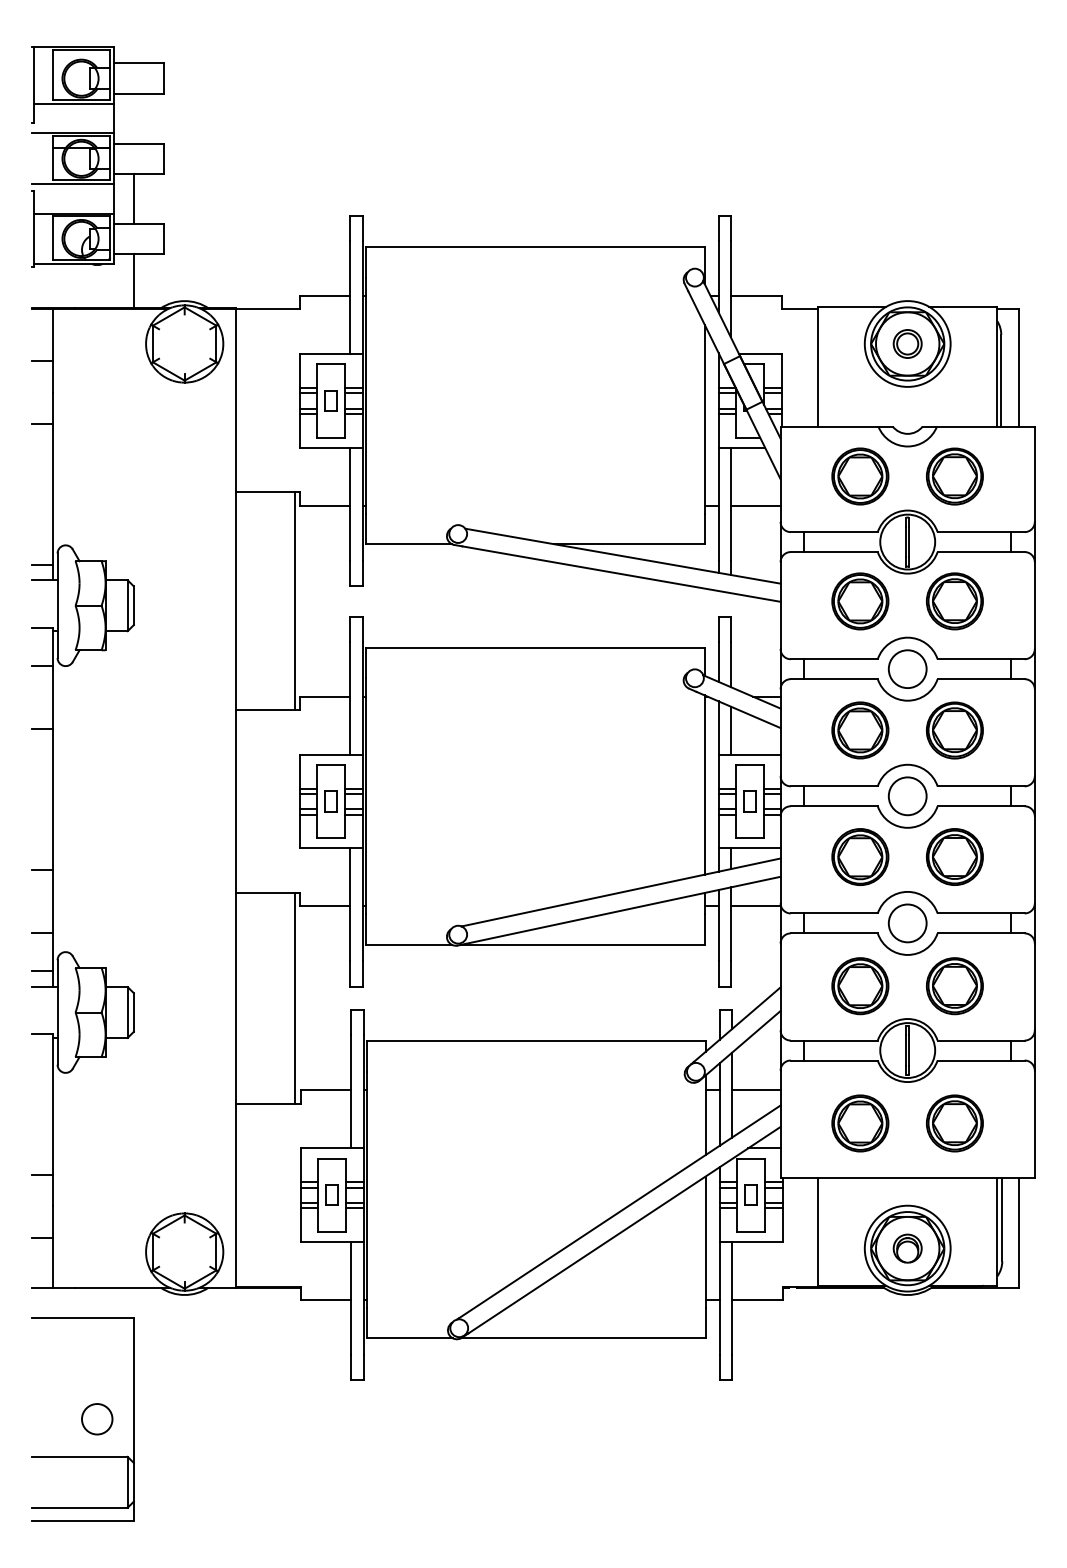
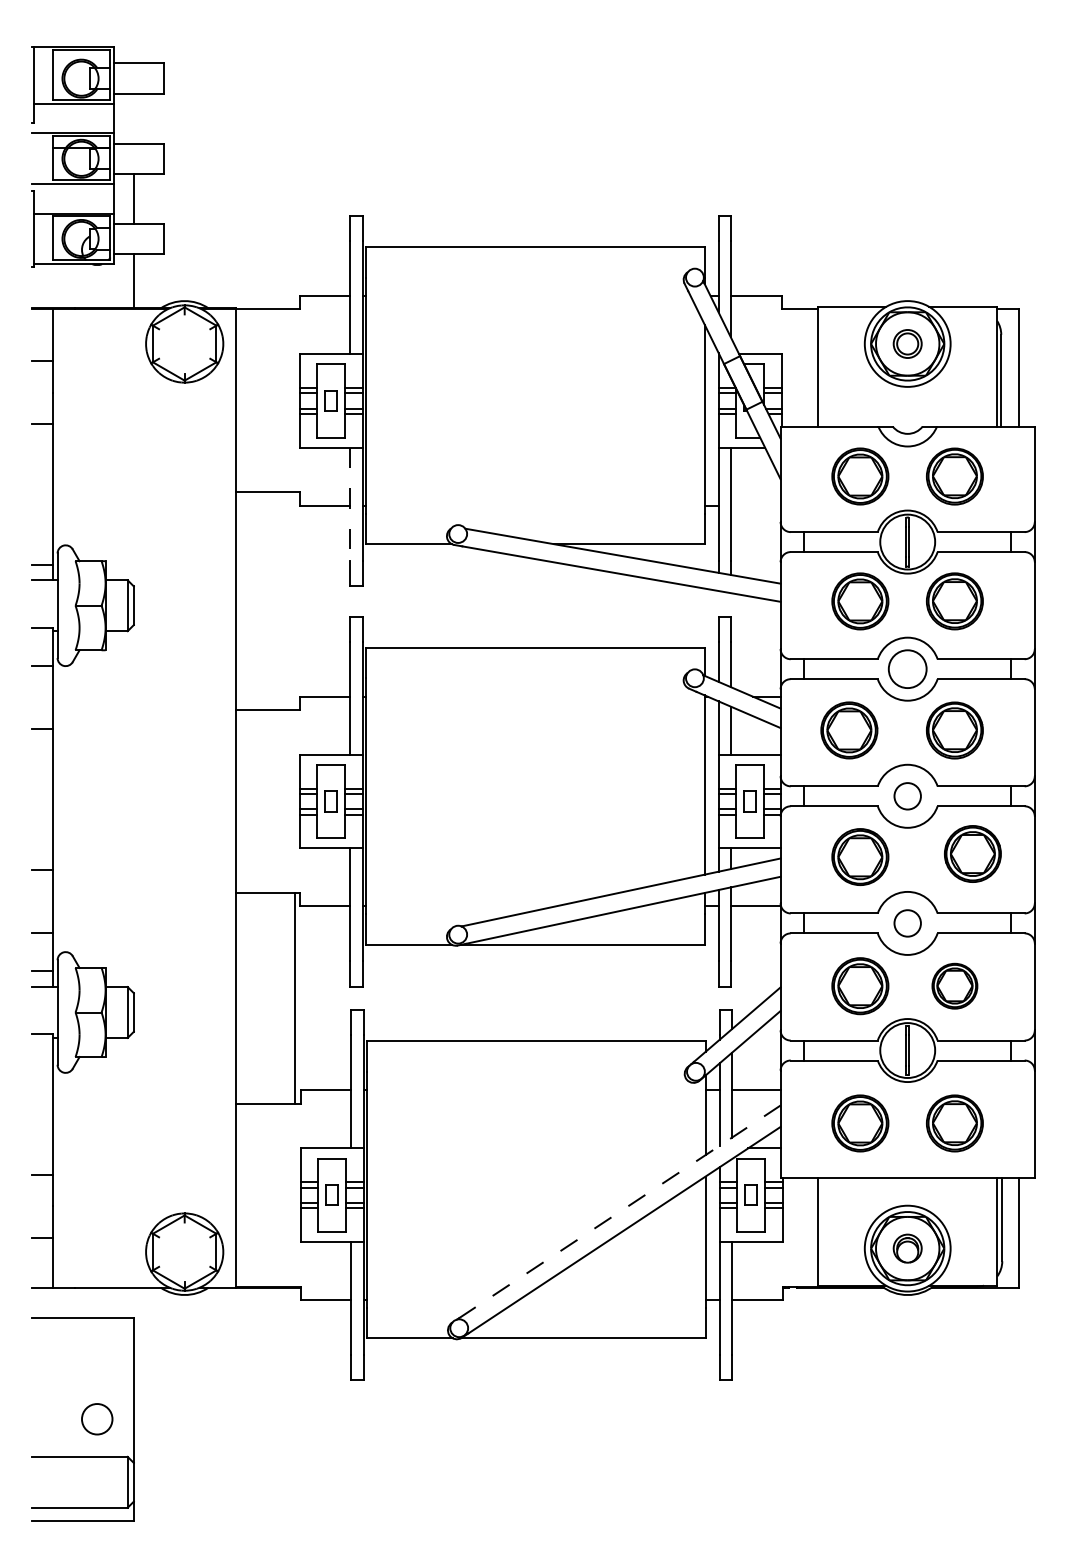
line at (350, 504): solid -> dashed
line at (755, 505): present -> none
line at (294, 601): present -> none
part at (860, 730) position: (860, 730) -> (849, 730)
circle at (907, 796) diameter: 38 px -> 26 px
part at (954, 856) position: (954, 856) -> (972, 853)
circle at (907, 923) diameter: 38 px -> 26 px
part at (954, 986) size: 58x59 px -> 48x48 px
line at (619, 1211): solid -> dashed
